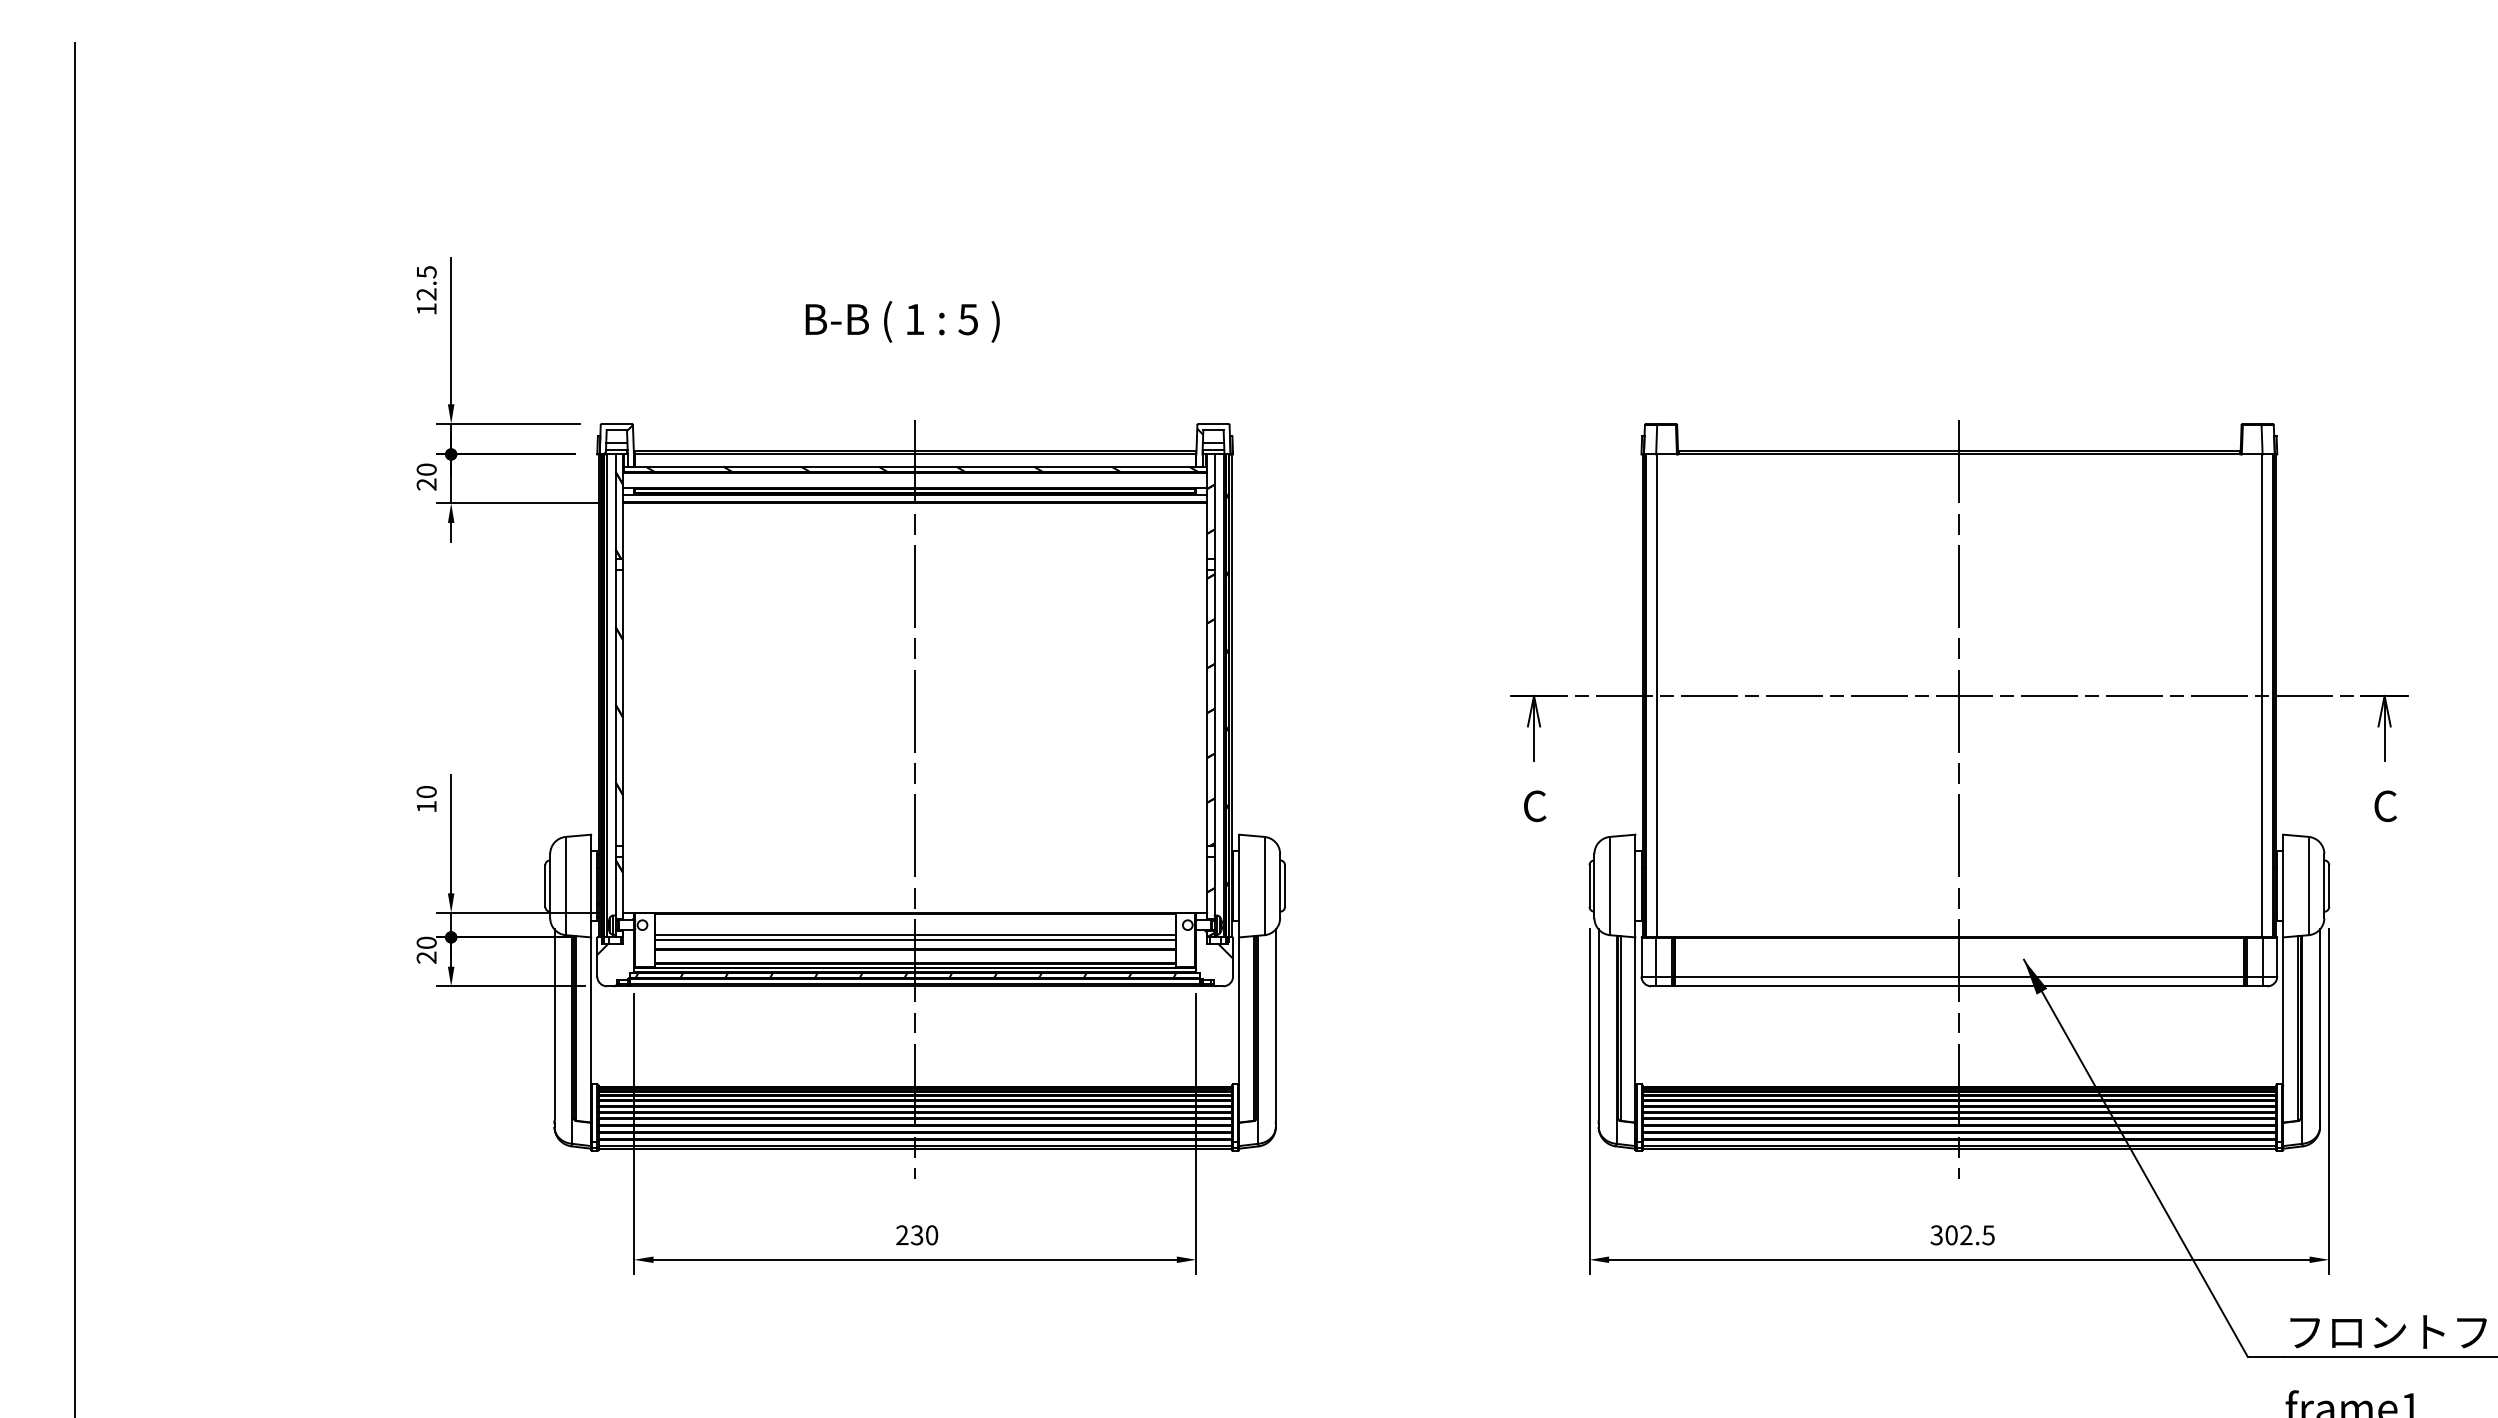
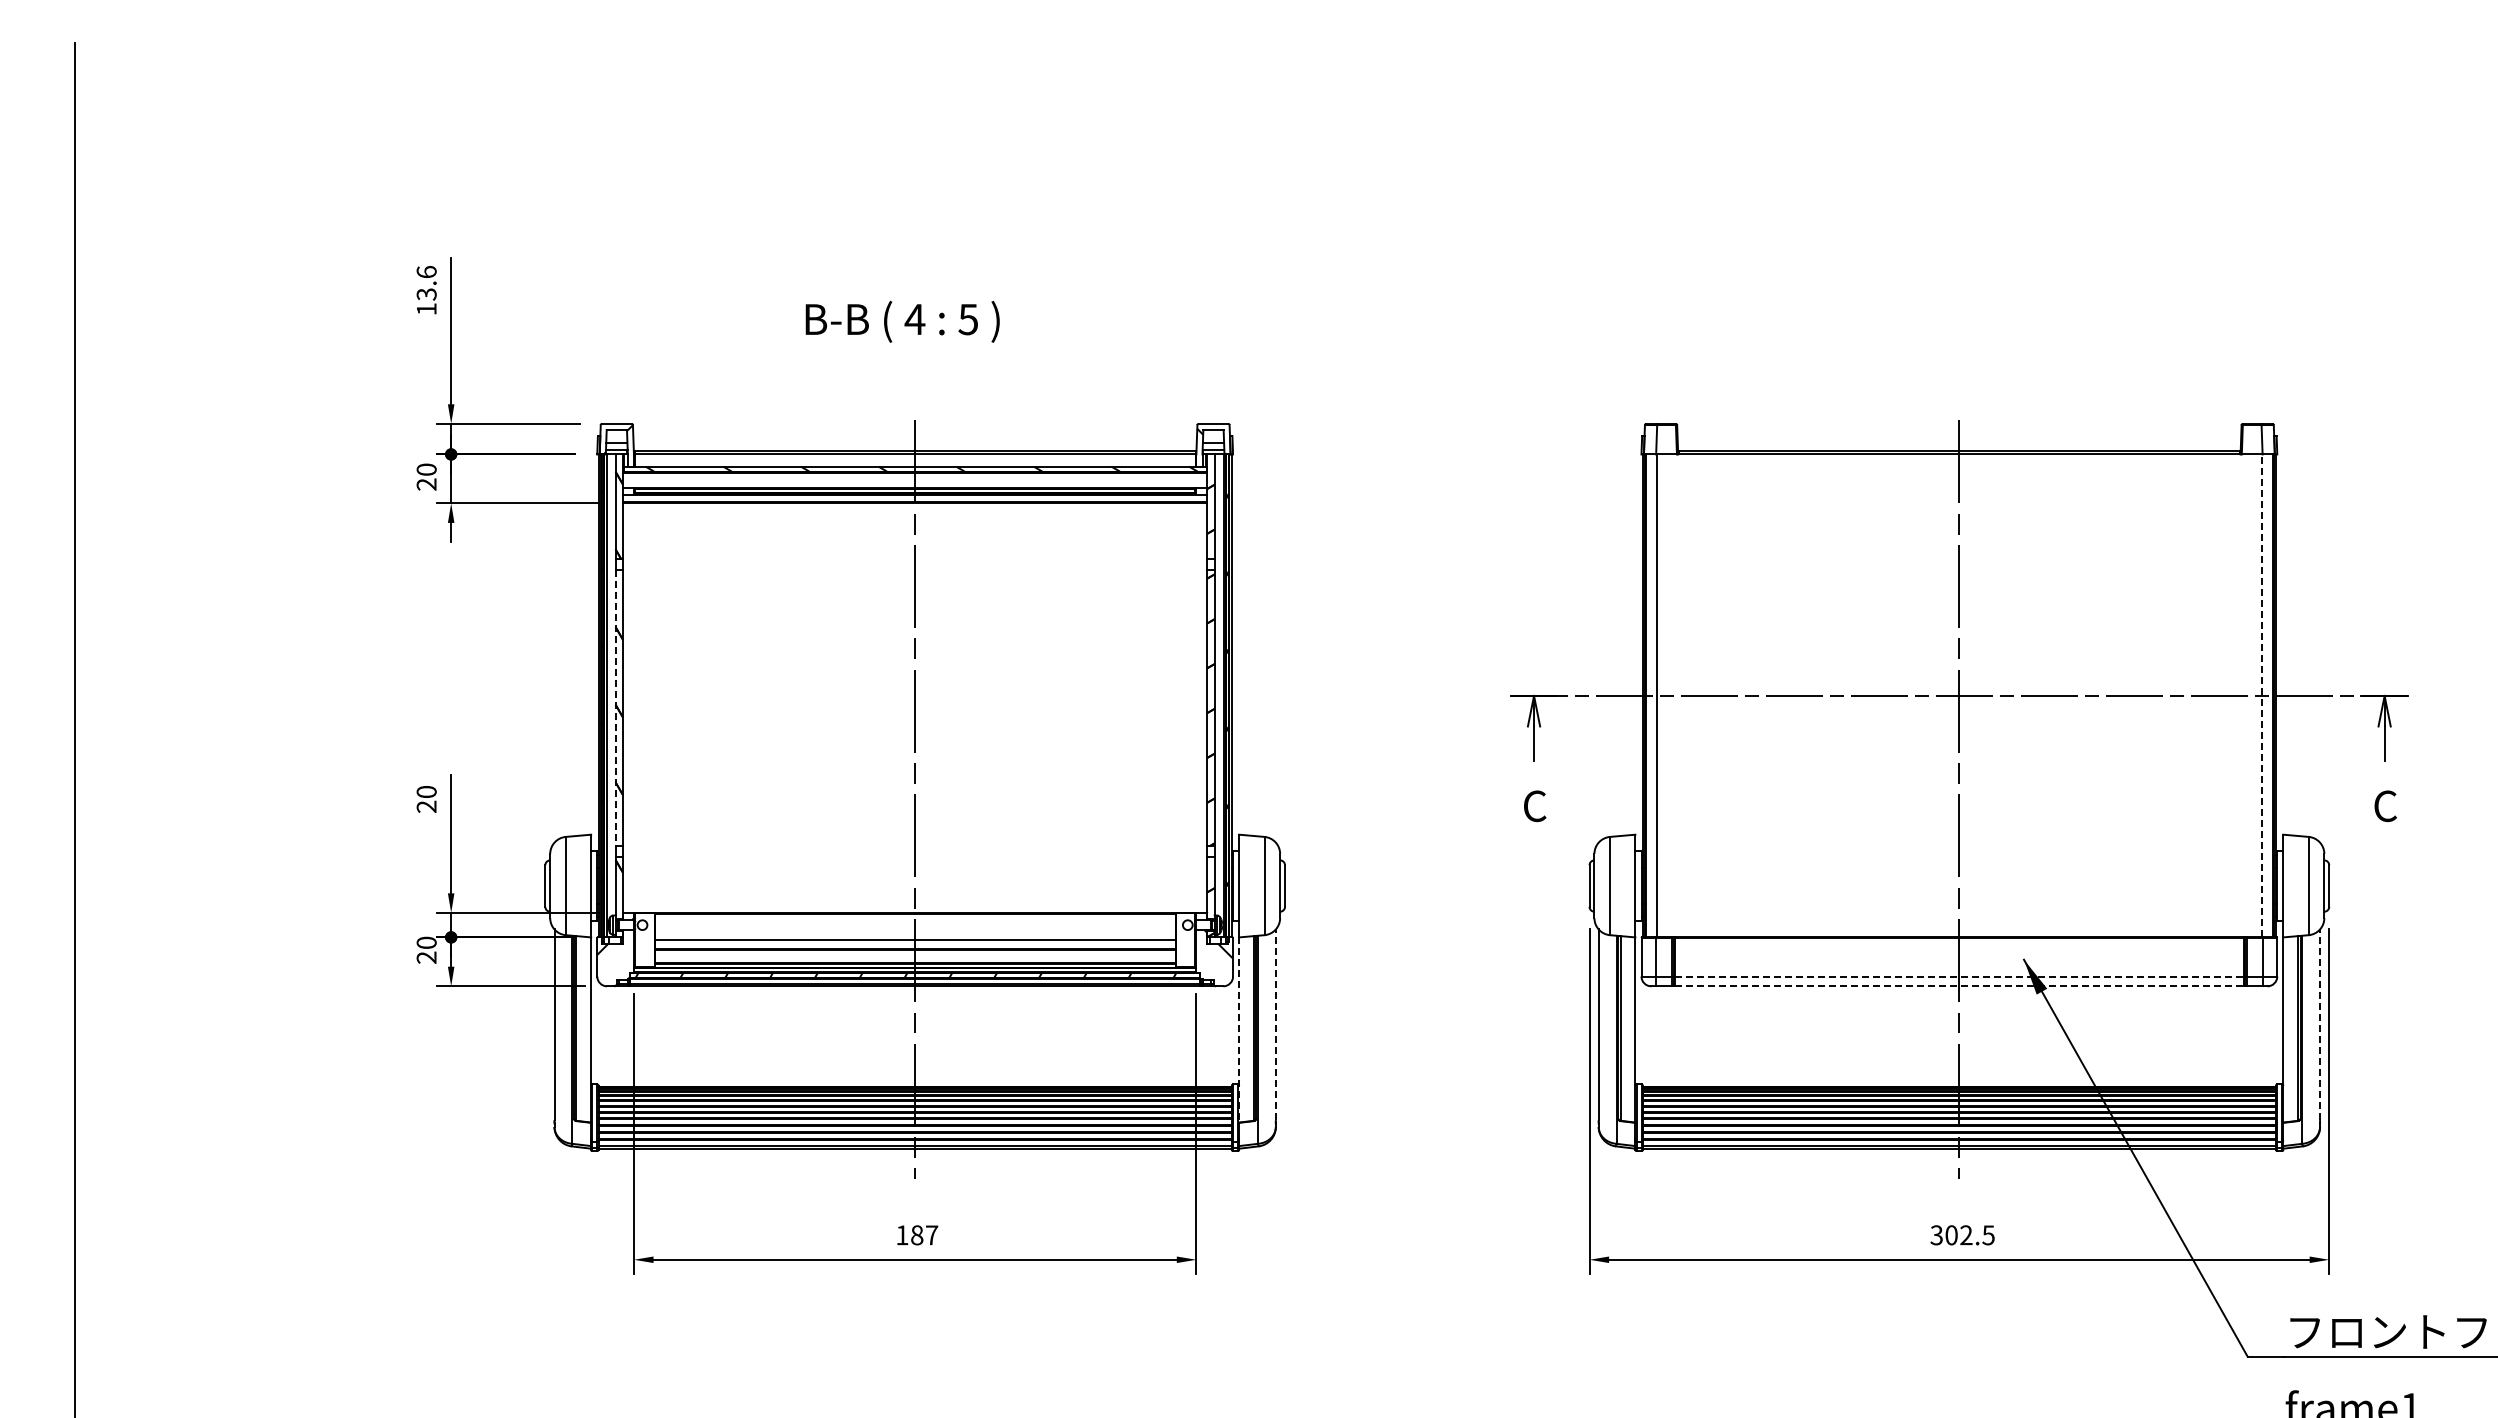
text at (426, 283): 12.5 -> 13.6
text at (914, 319): 1 -> 4
line at (2261, 695): solid -> dashed
line at (615, 708): solid -> dashed
text at (426, 806): 10 -> 20
line at (914, 934): present -> none
line at (1959, 976): solid -> dashed
line at (1959, 986): solid -> dashed
line at (1275, 1024): solid -> dashed
line at (2320, 1024): solid -> dashed
line at (1239, 1029): solid -> dashed
text at (917, 1235): 230 -> 187
